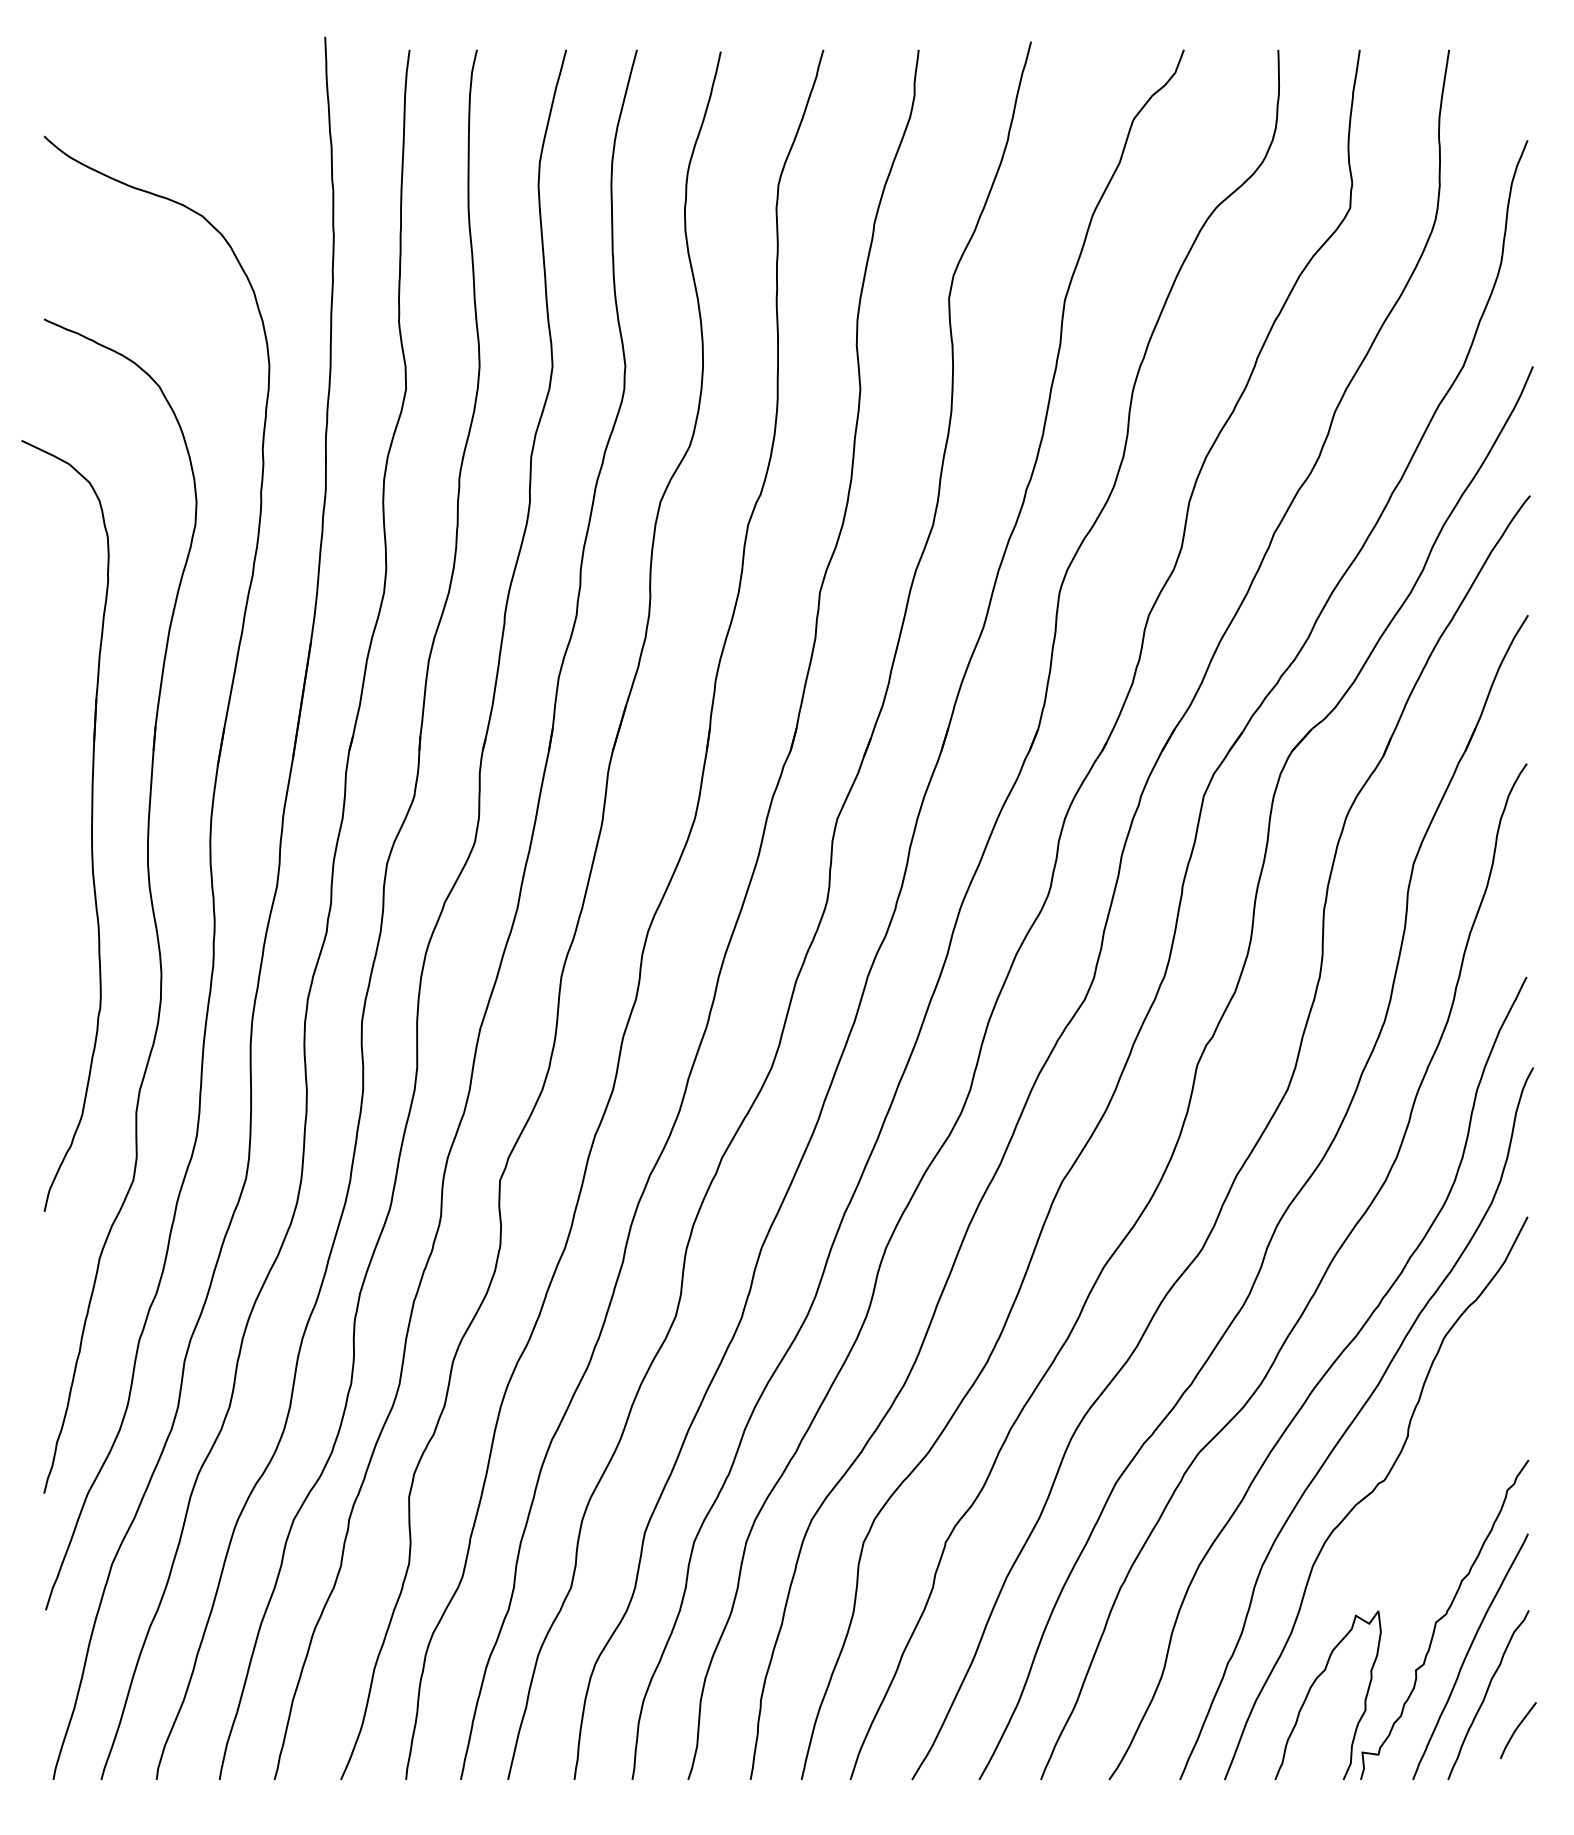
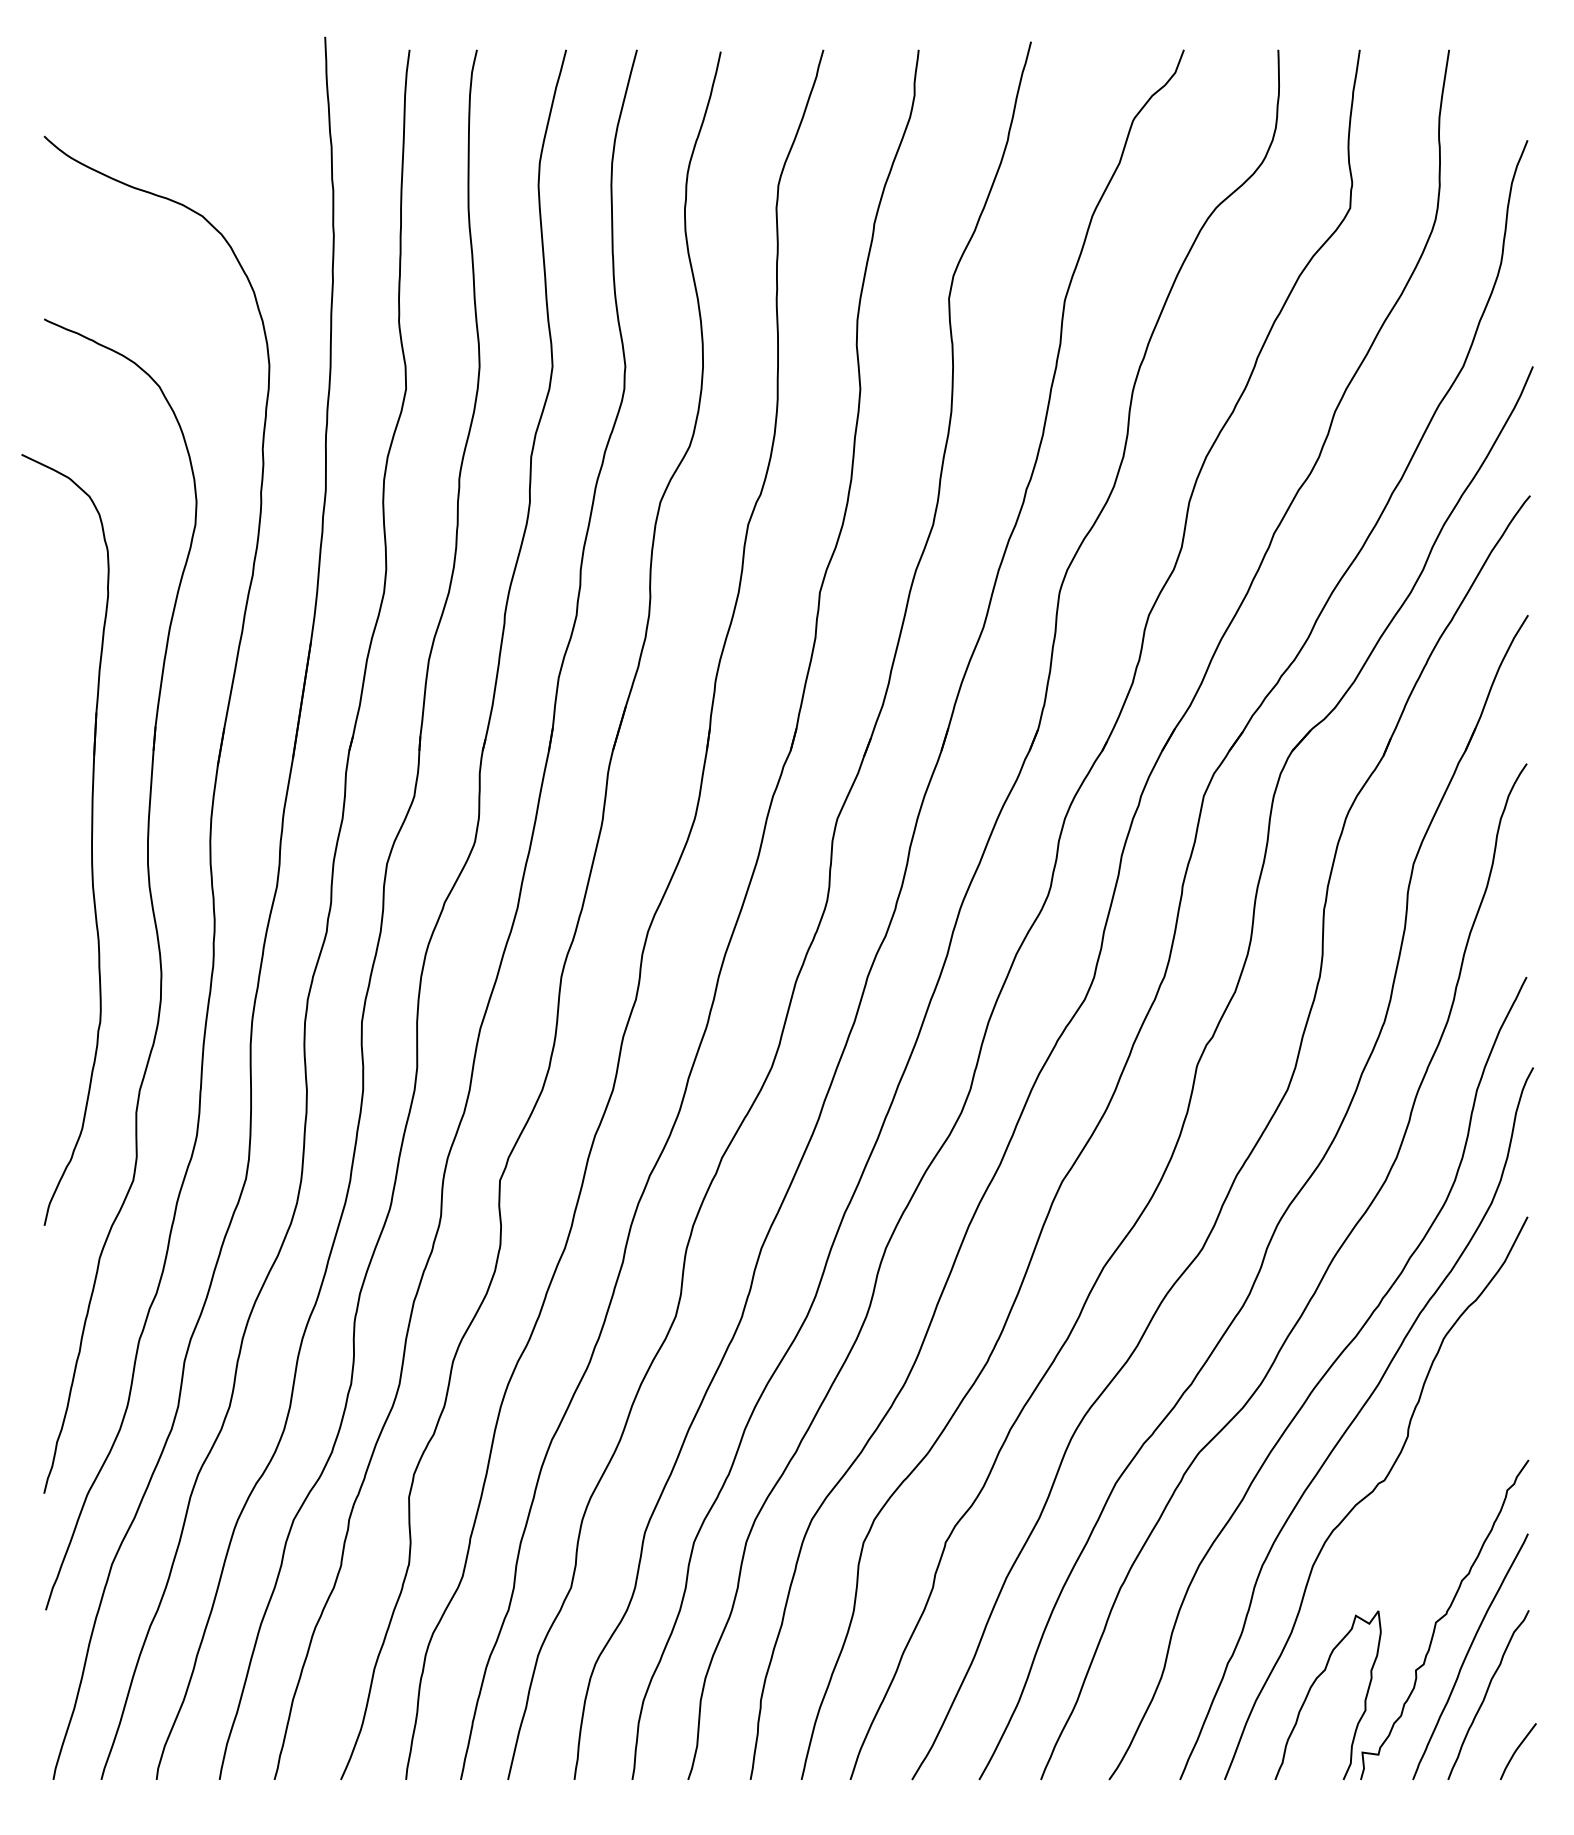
part at (91, 825) position: (91, 825) -> (91, 839)
curve at (1517, 1729) position: (1517, 1729) -> (1517, 1750)
